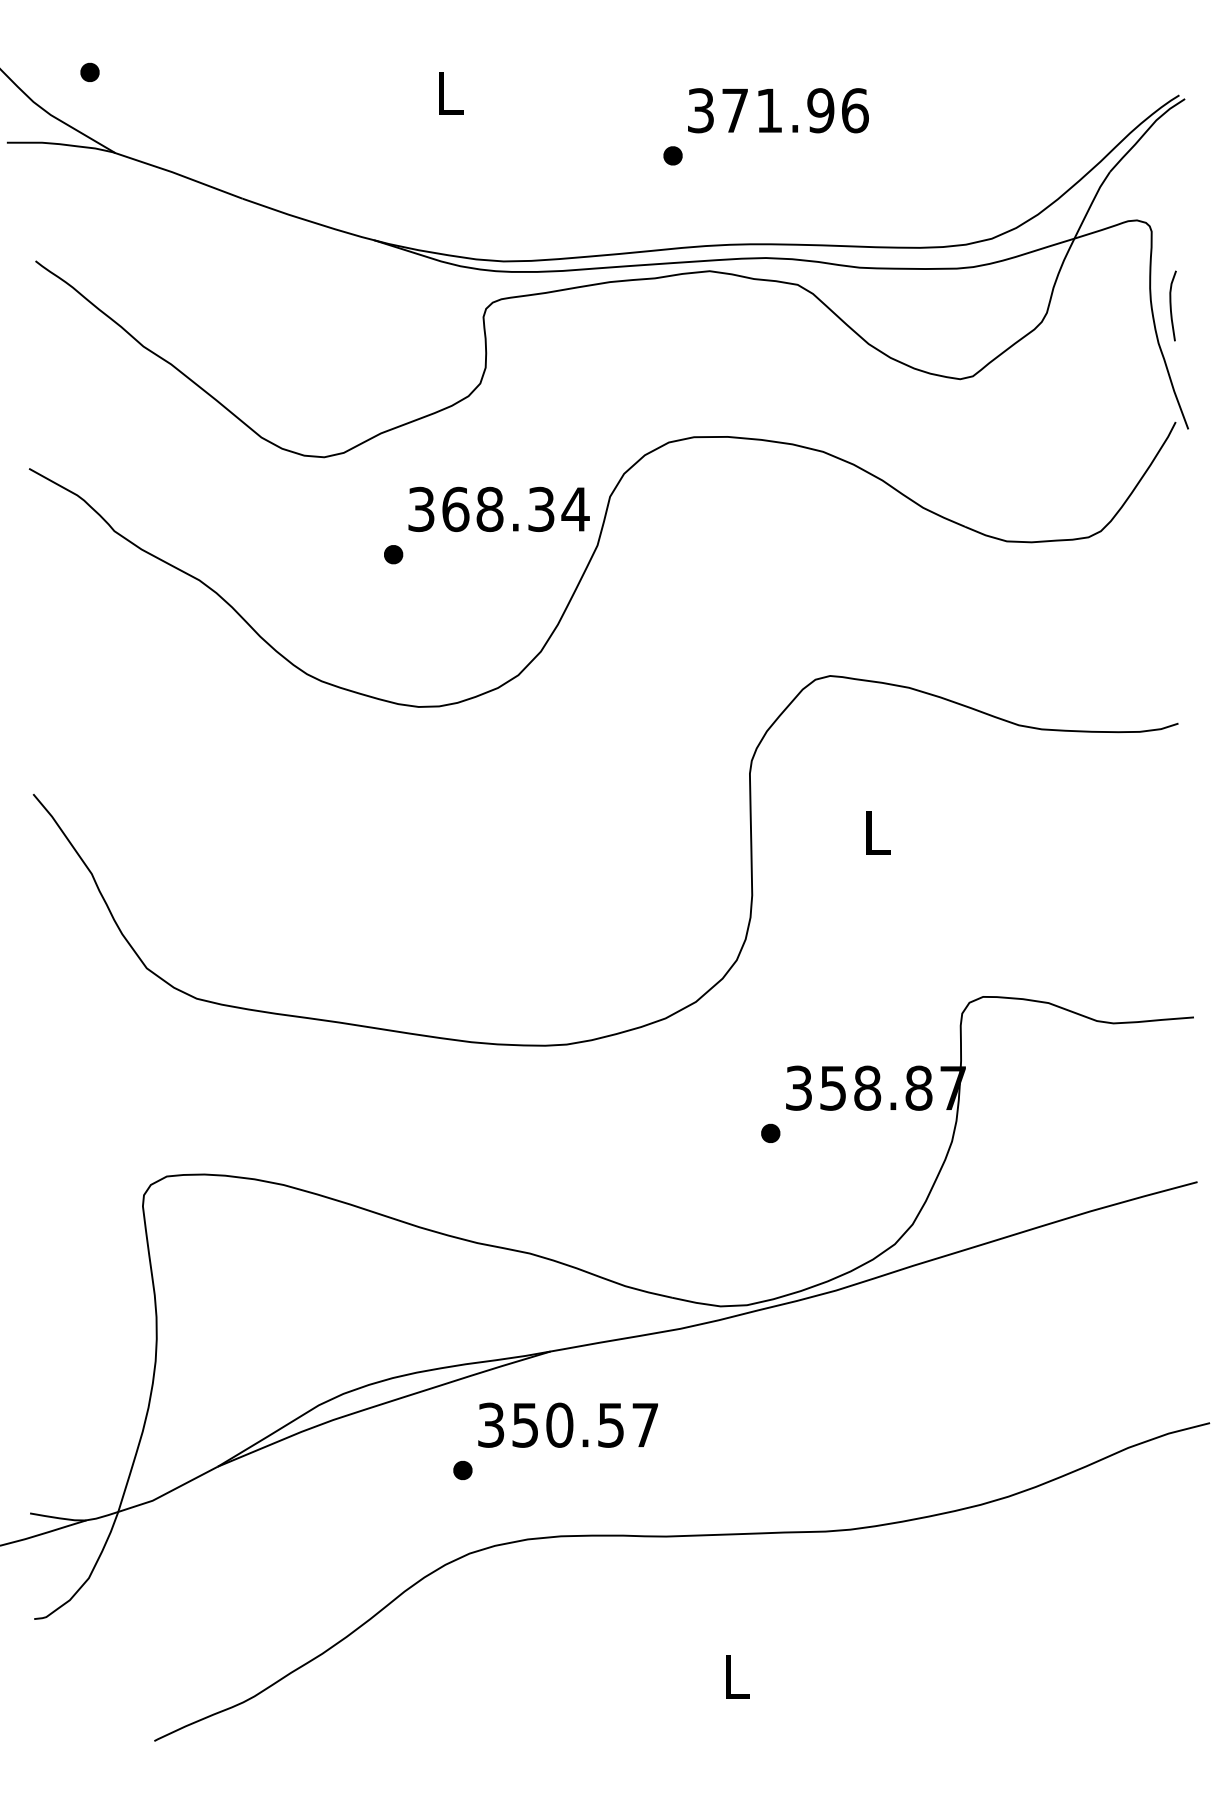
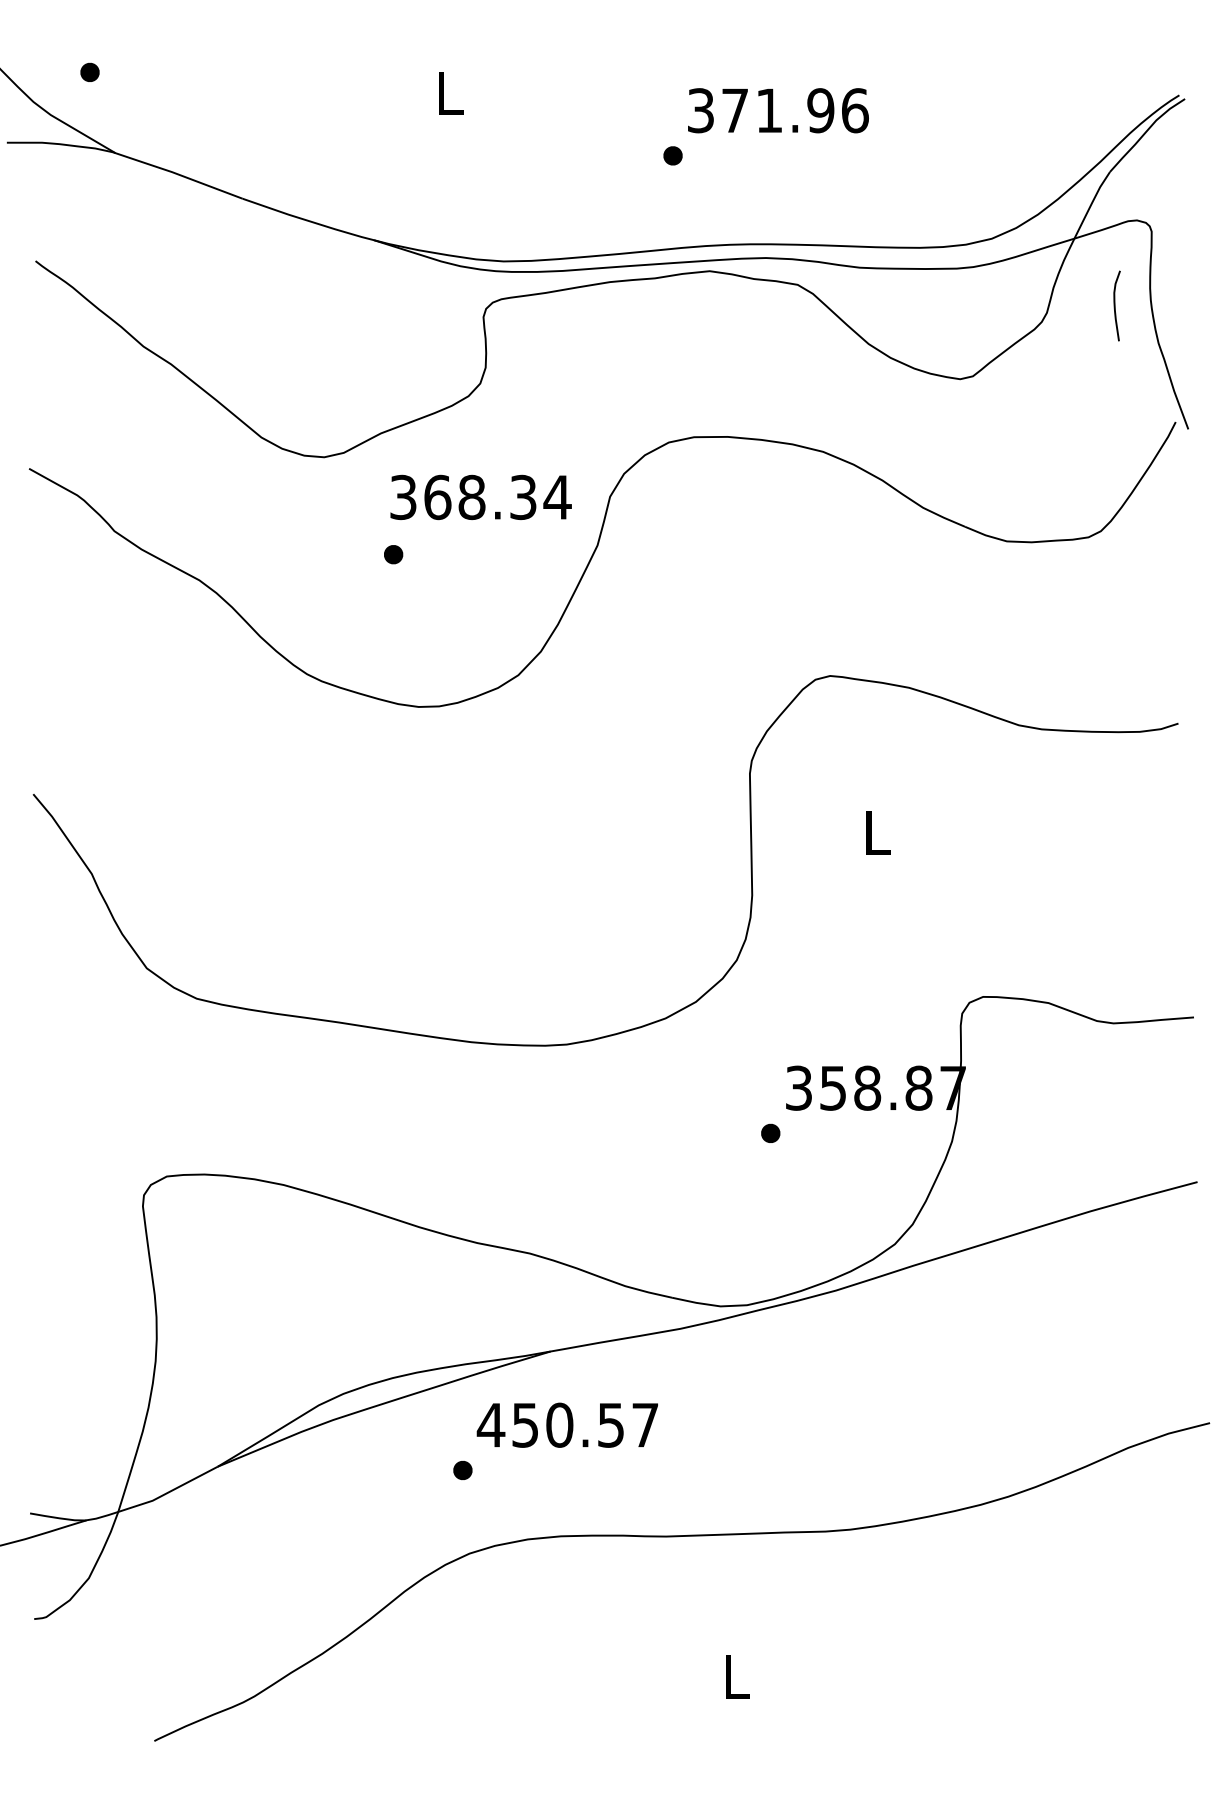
curve at (1171, 305) position: (1171, 305) -> (1115, 305)
text at (498, 509) position: (498, 509) -> (480, 497)
text at (490, 1424): 350.57 -> 450.57
